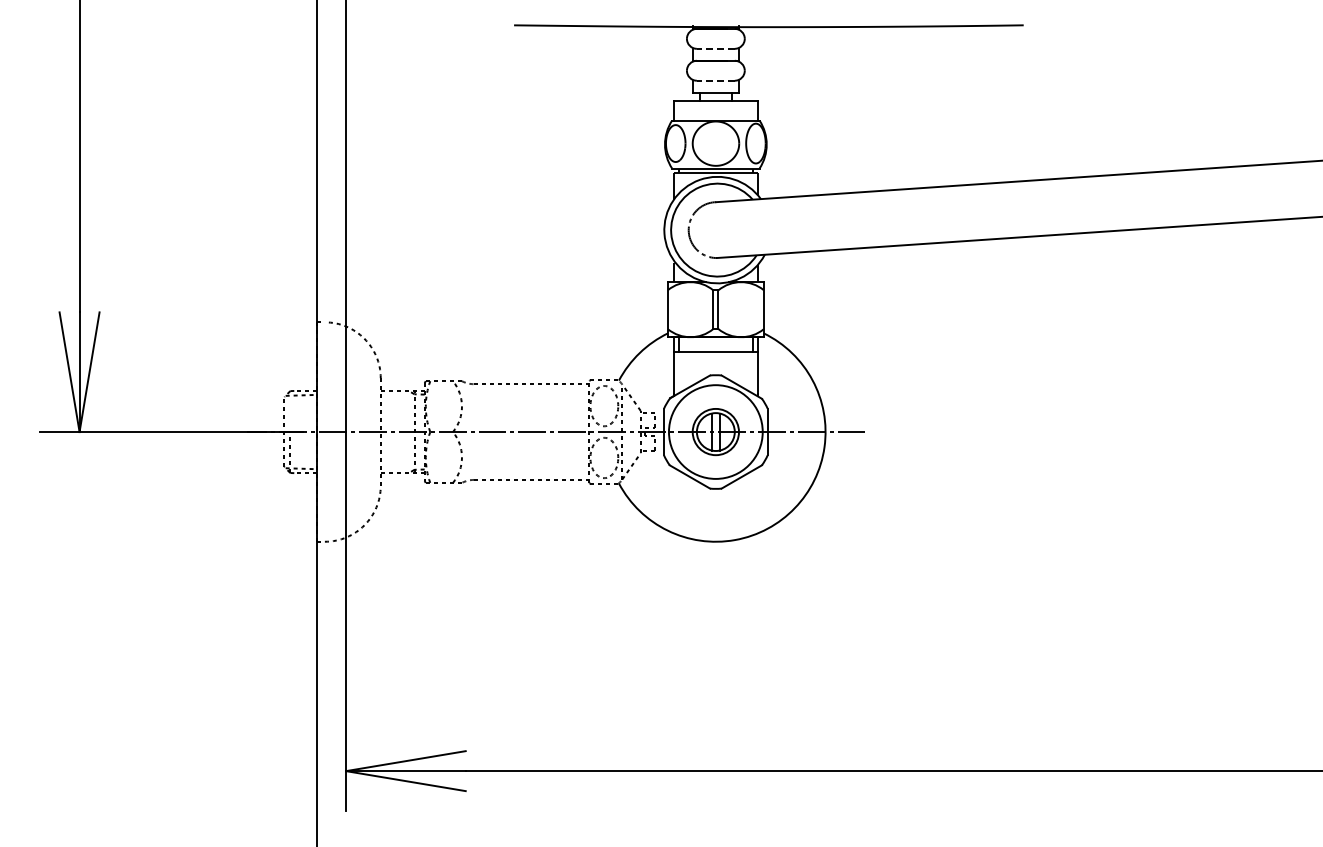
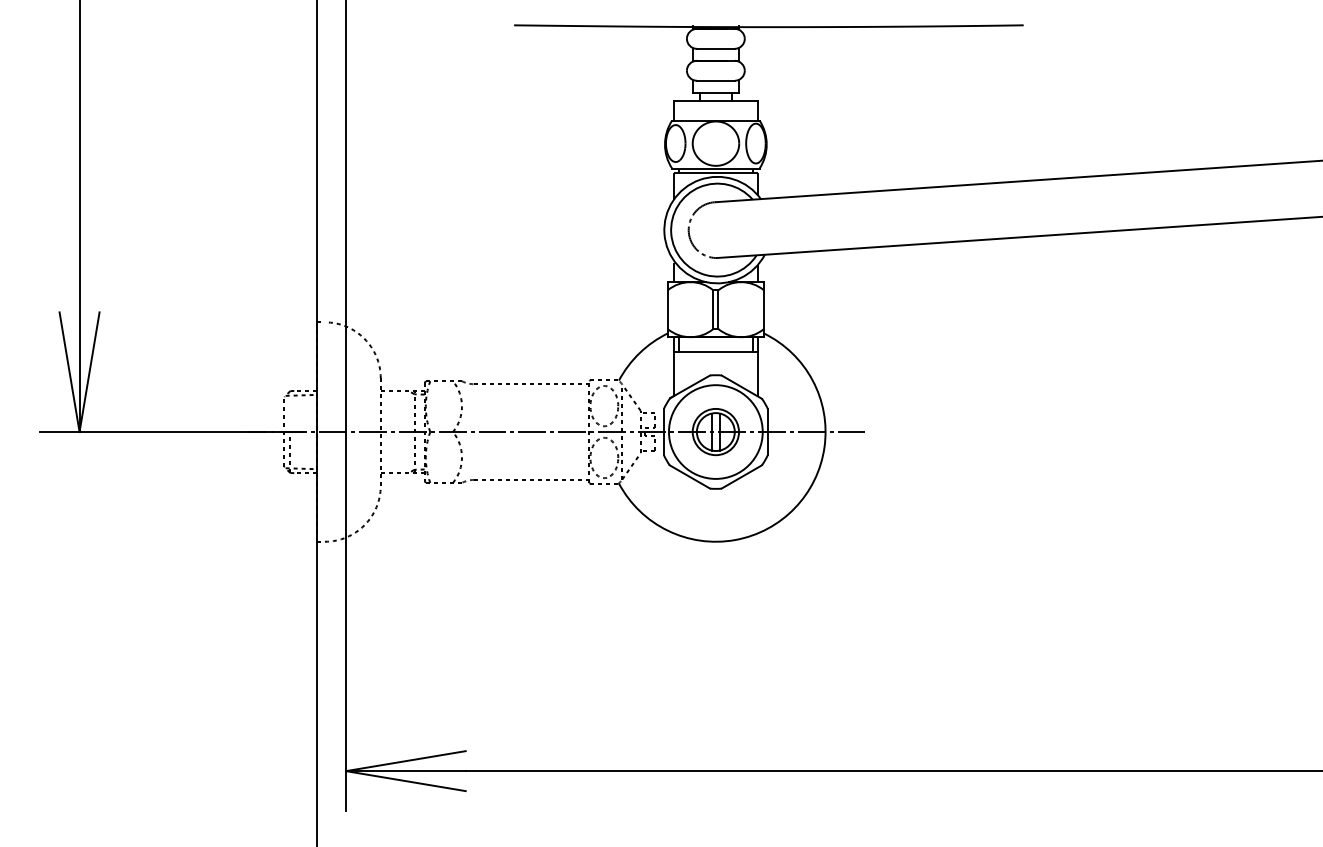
line at (715, 48): dashed -> solid
line at (715, 80): dashed -> solid
